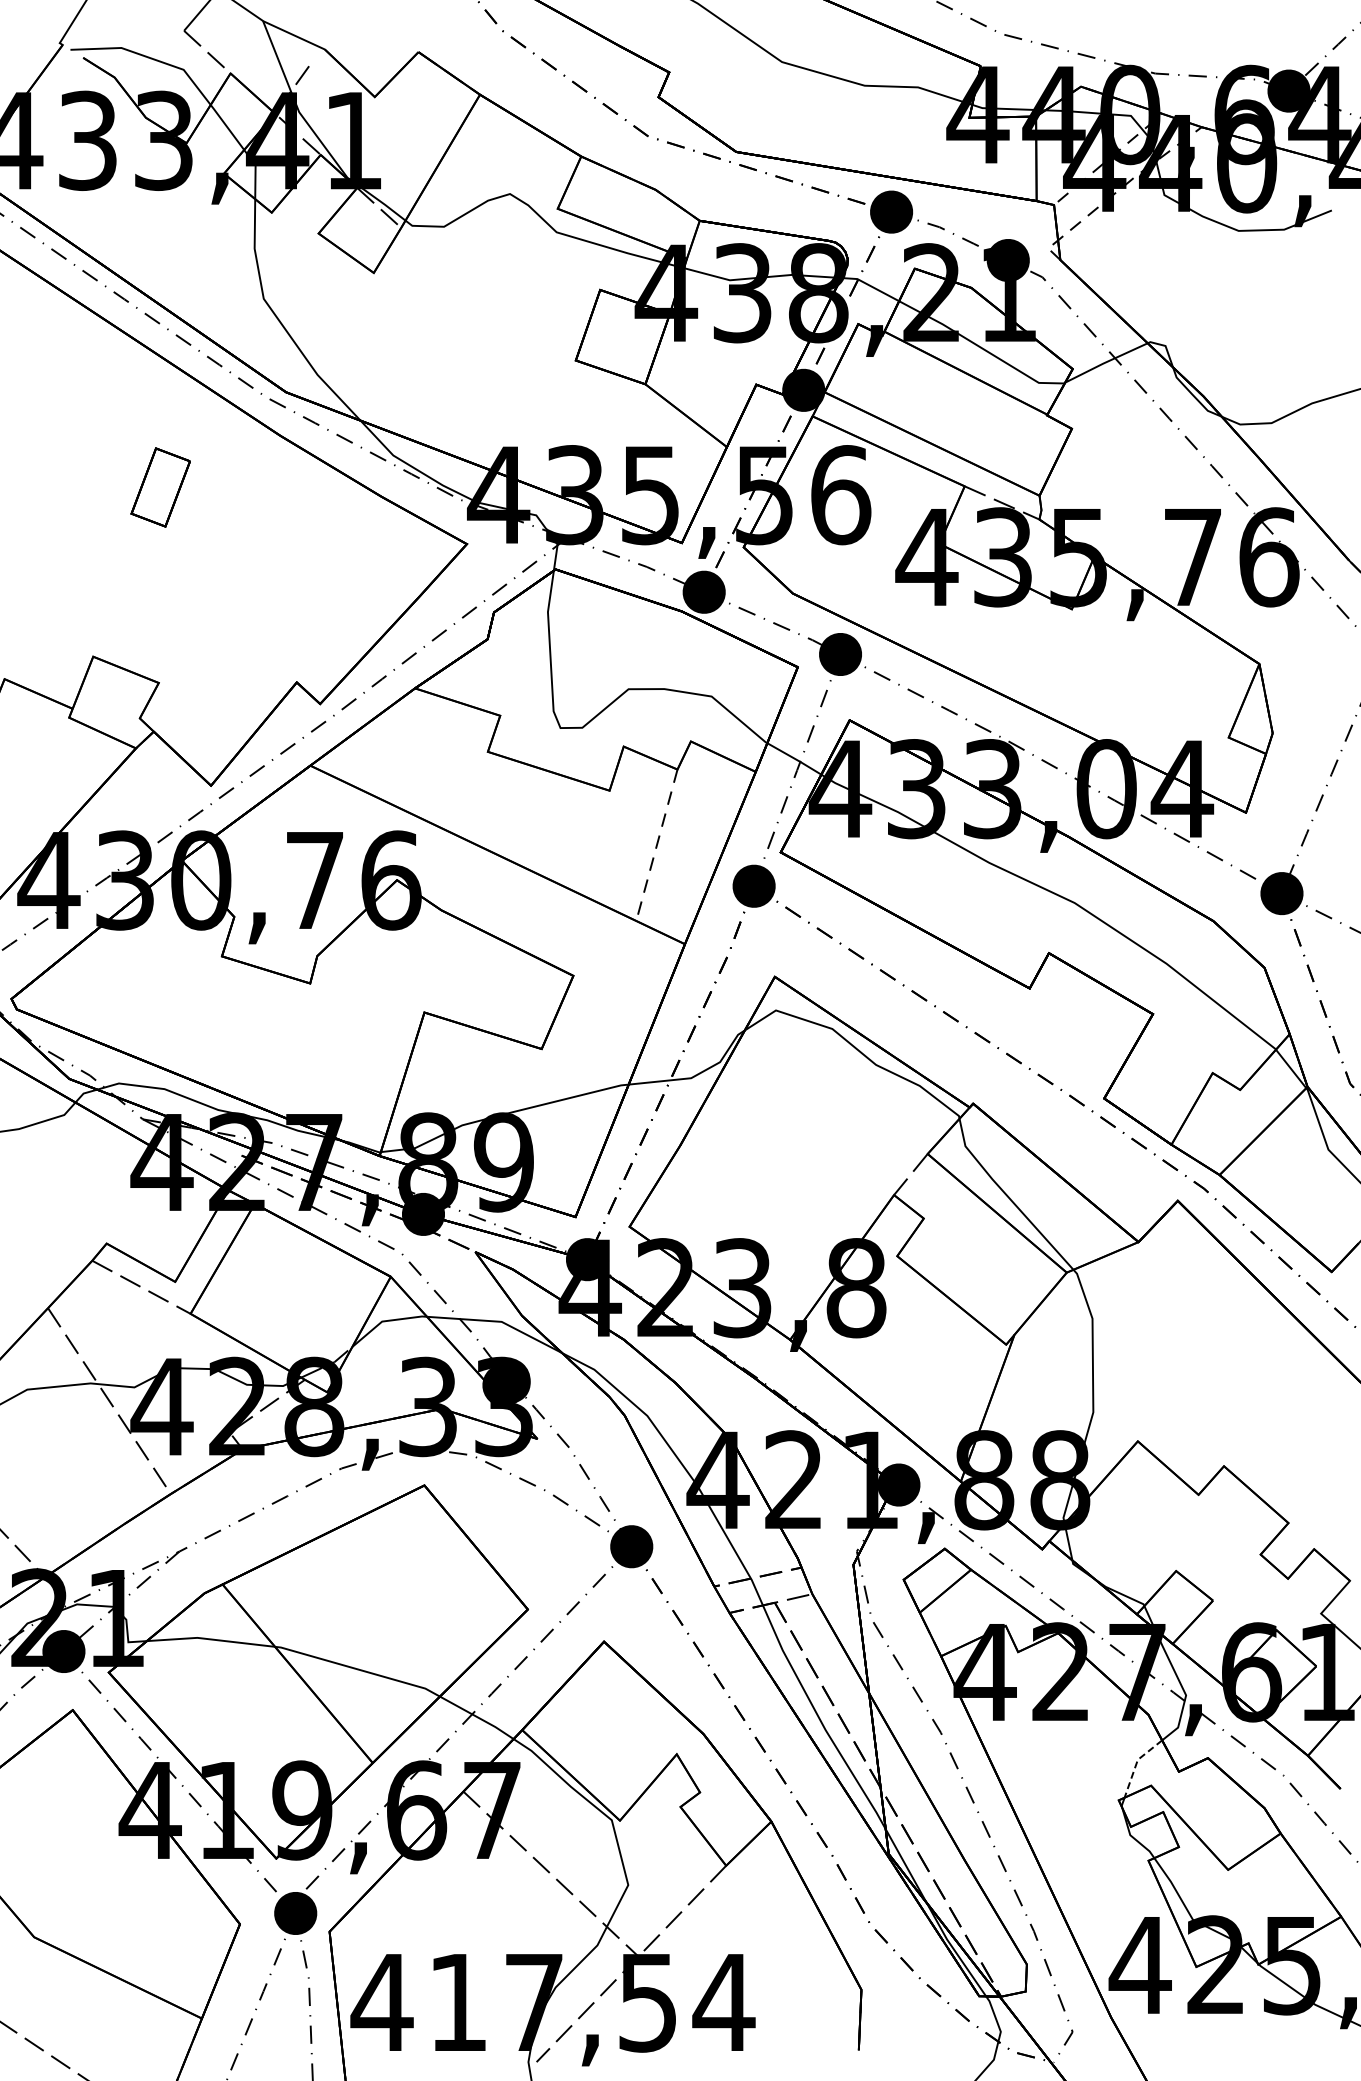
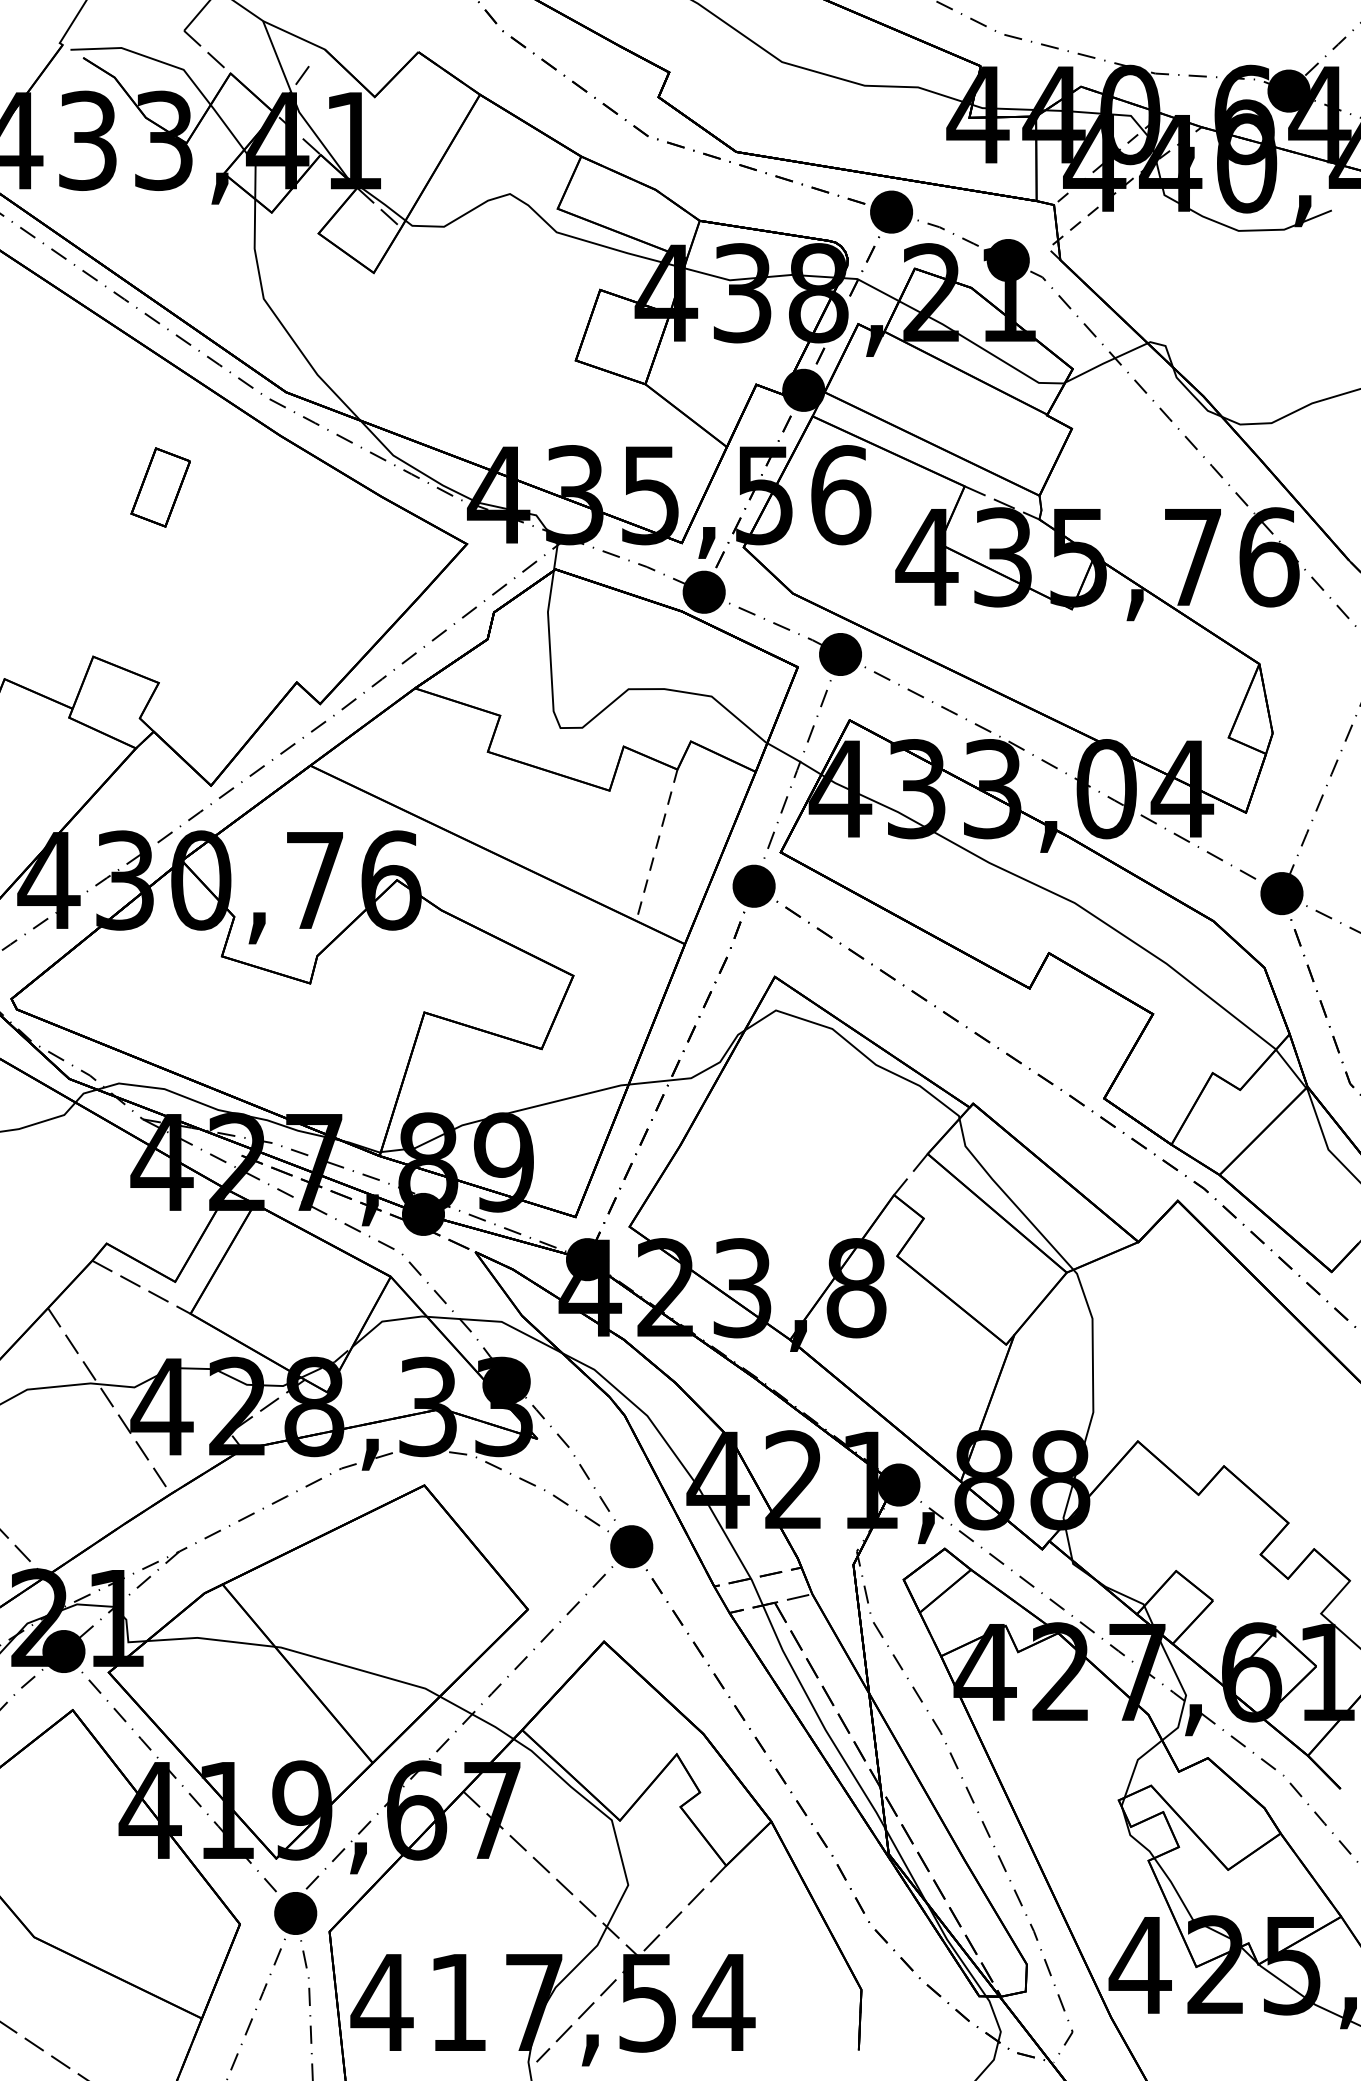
line at (1136, 1763): dashed -> solid
